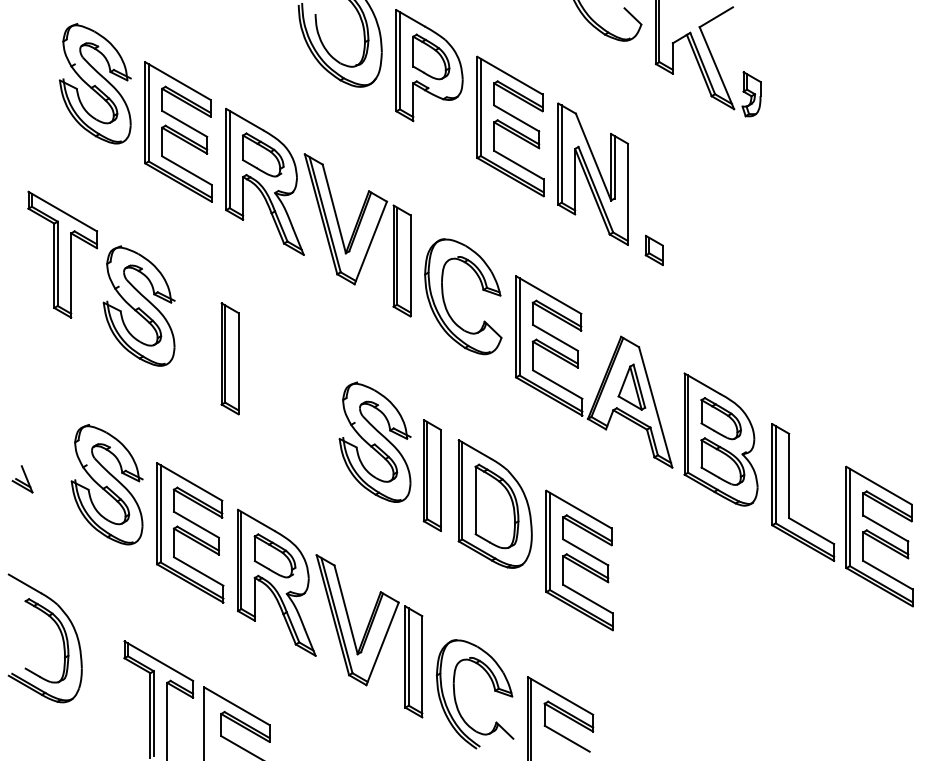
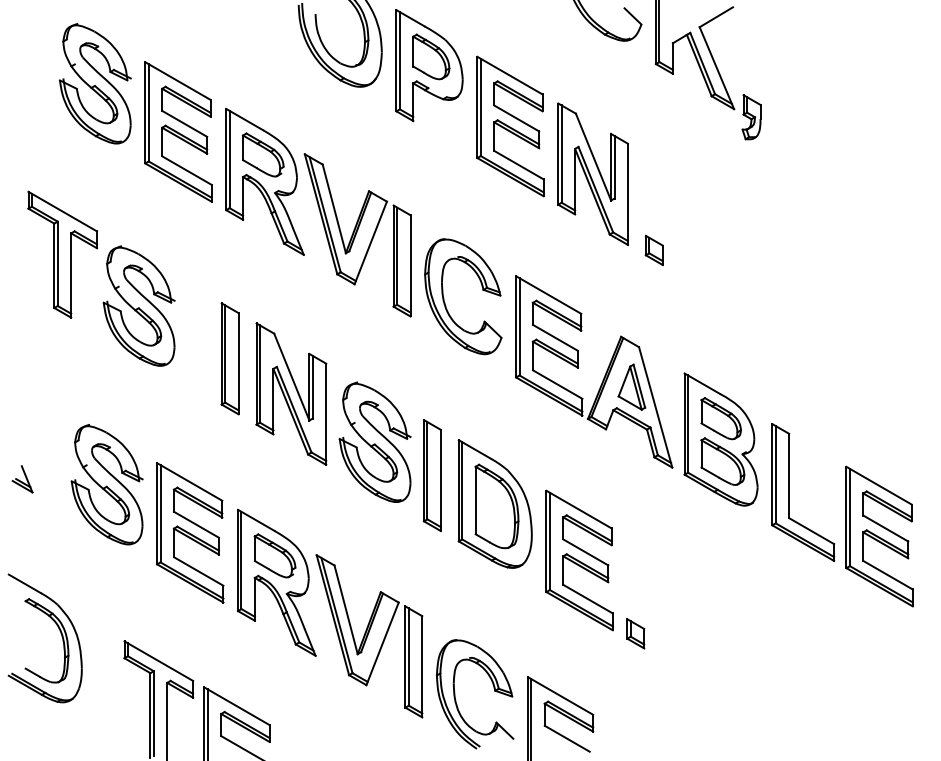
part at (751, 94) position: (751, 94) -> (751, 117)
part at (291, 393): none -> present
part at (635, 633): none -> present
line at (207, 723): none -> present
